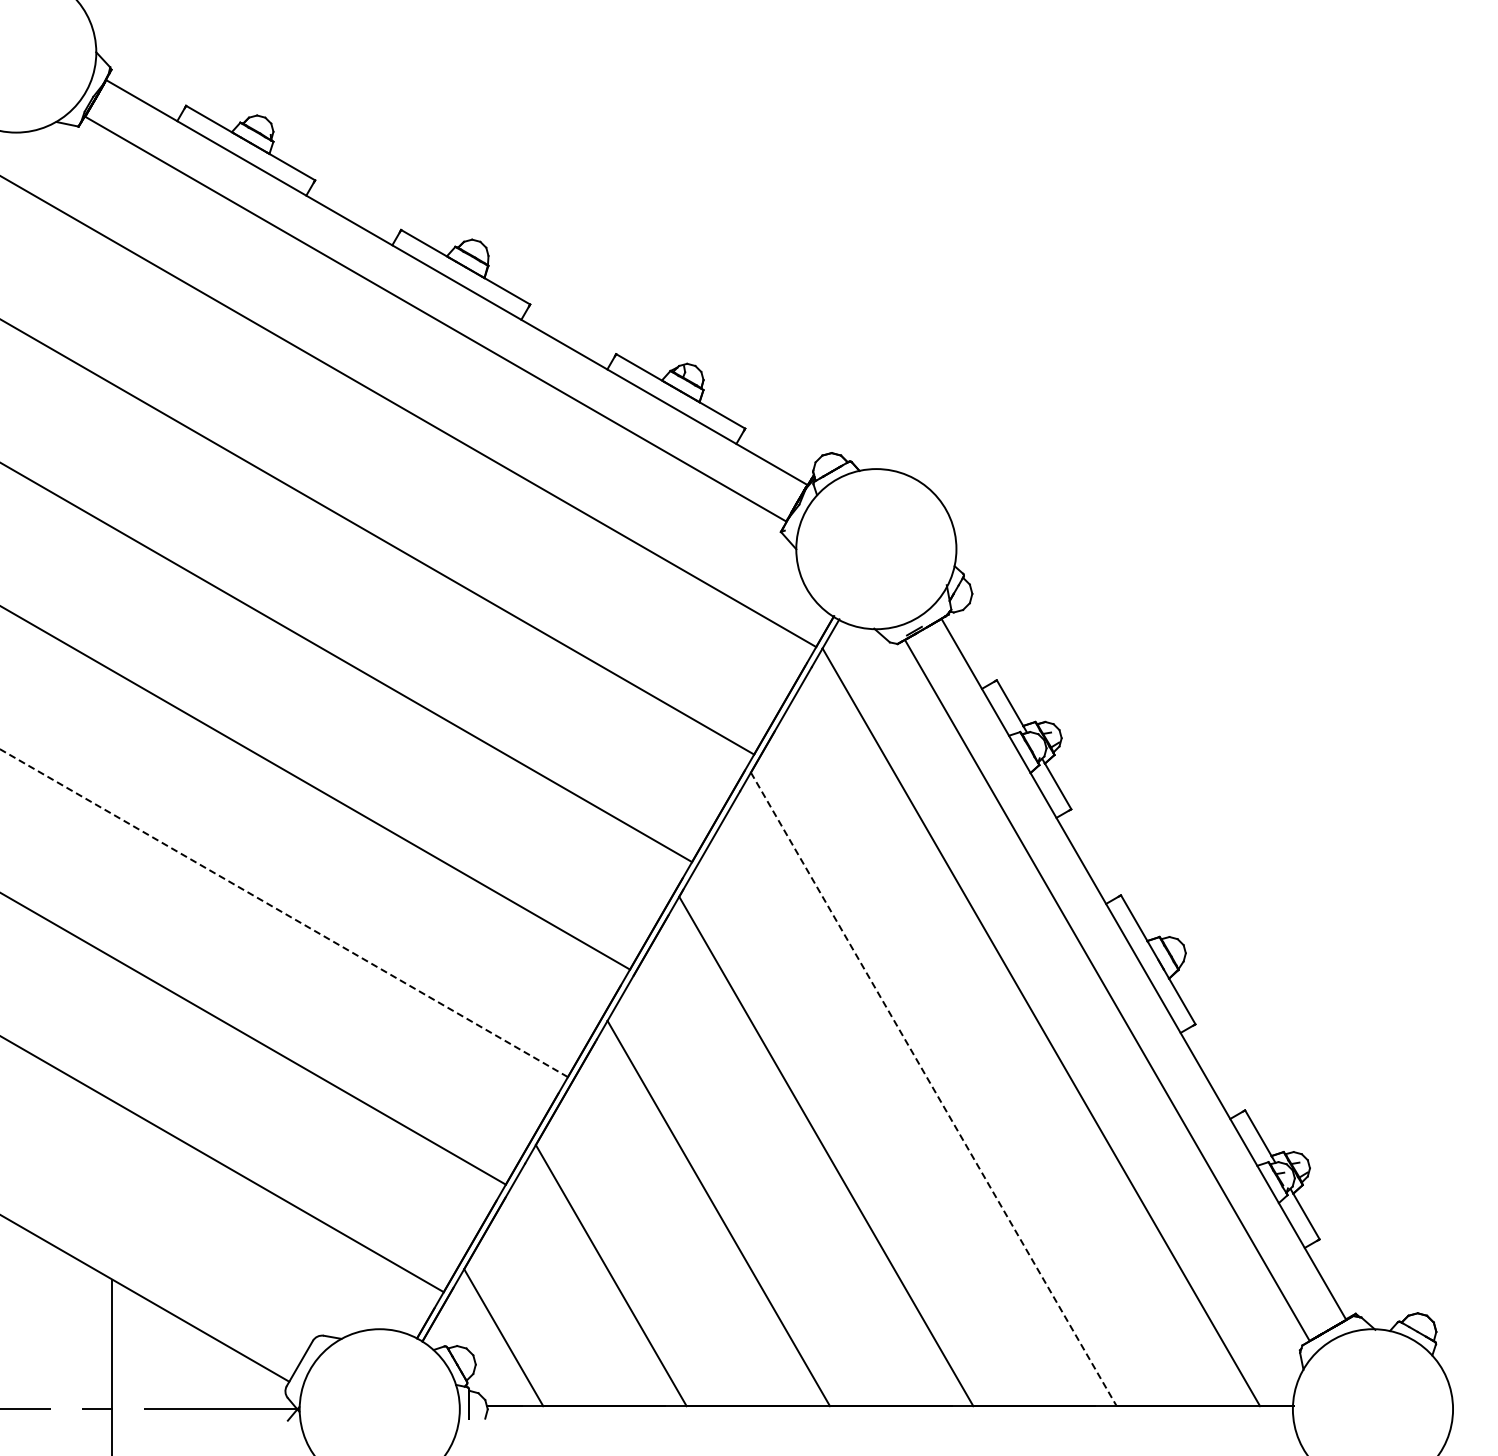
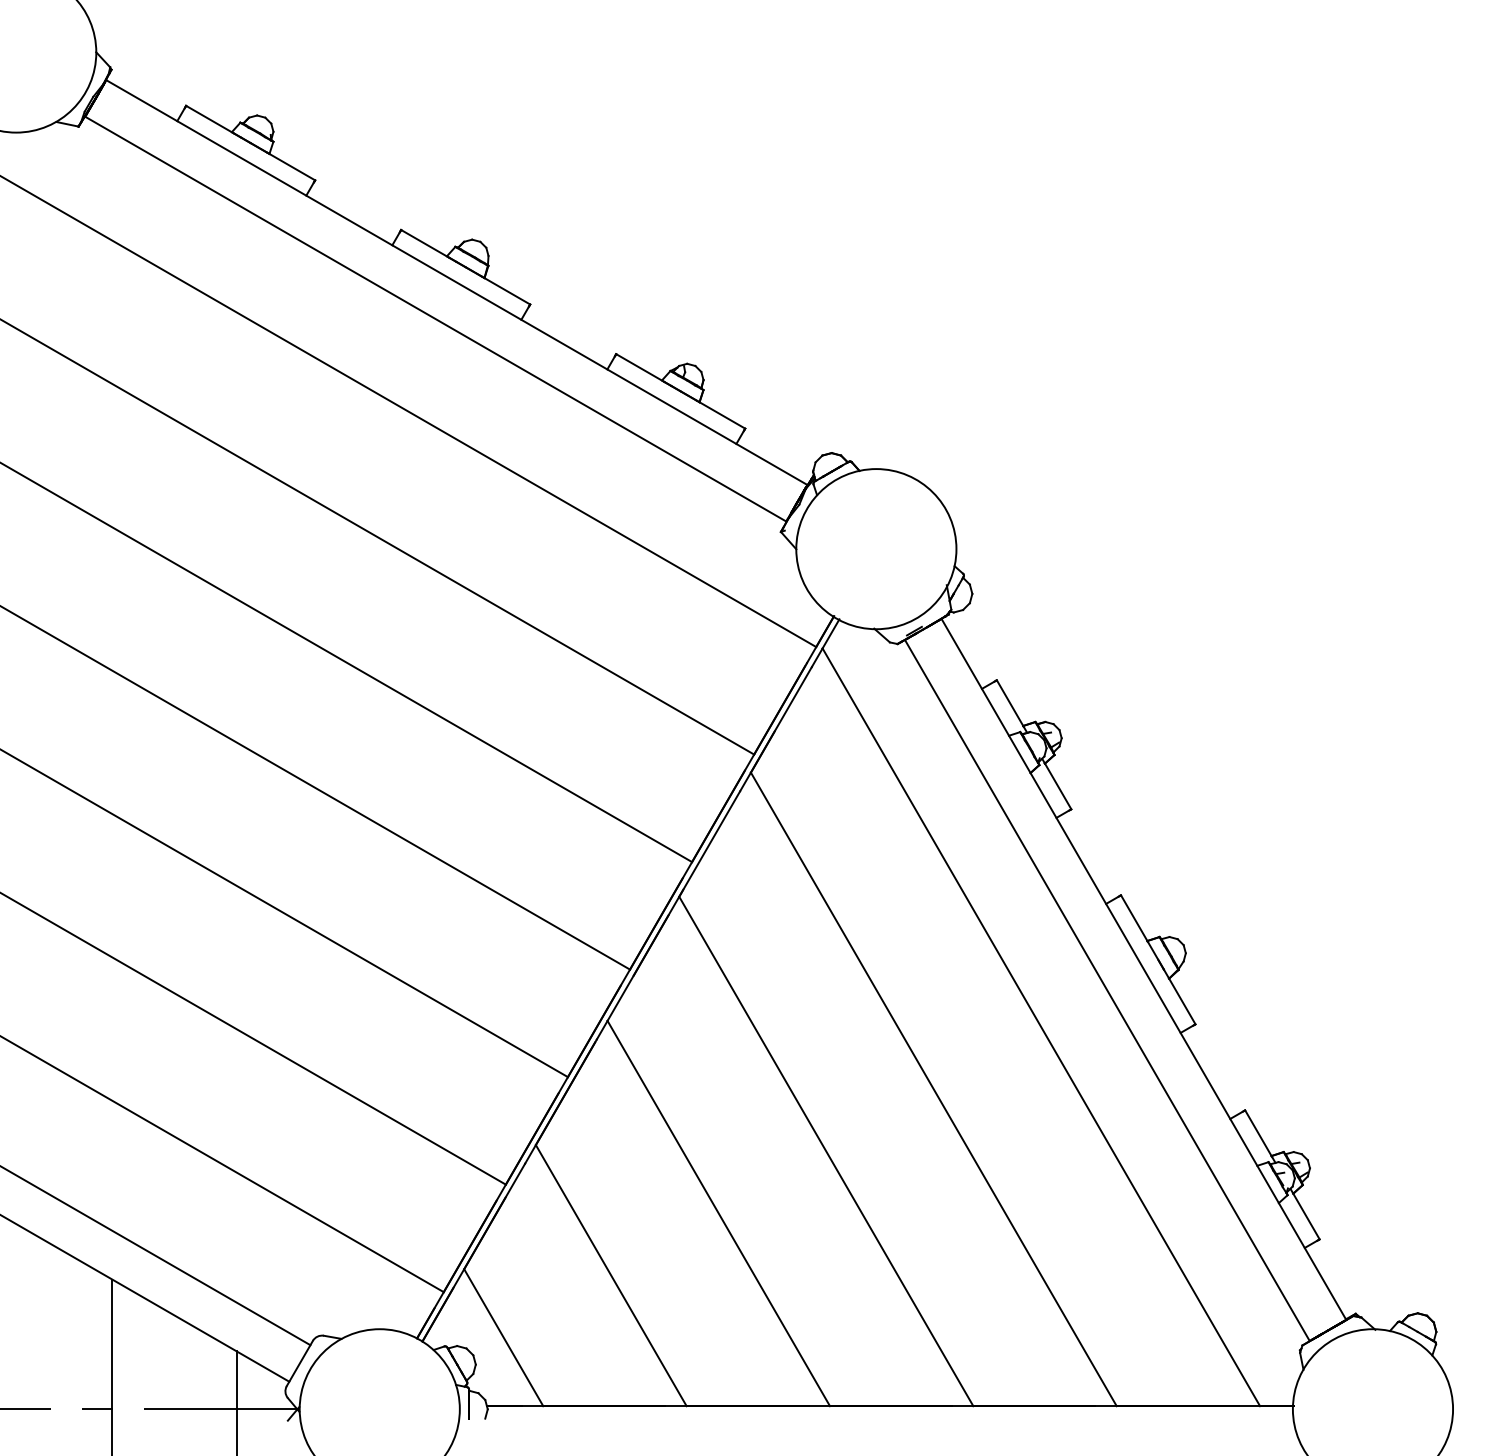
line at (283, 913): dashed -> solid
line at (933, 1089): dashed -> solid
line at (156, 1256): none -> present
line at (236, 1401): none -> present
